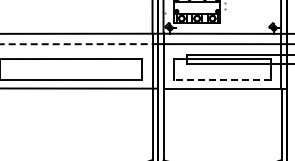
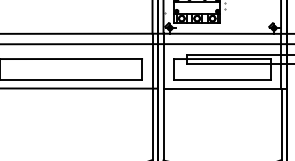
line at (79, 44): dashed -> solid
line at (221, 80): dashed -> solid
